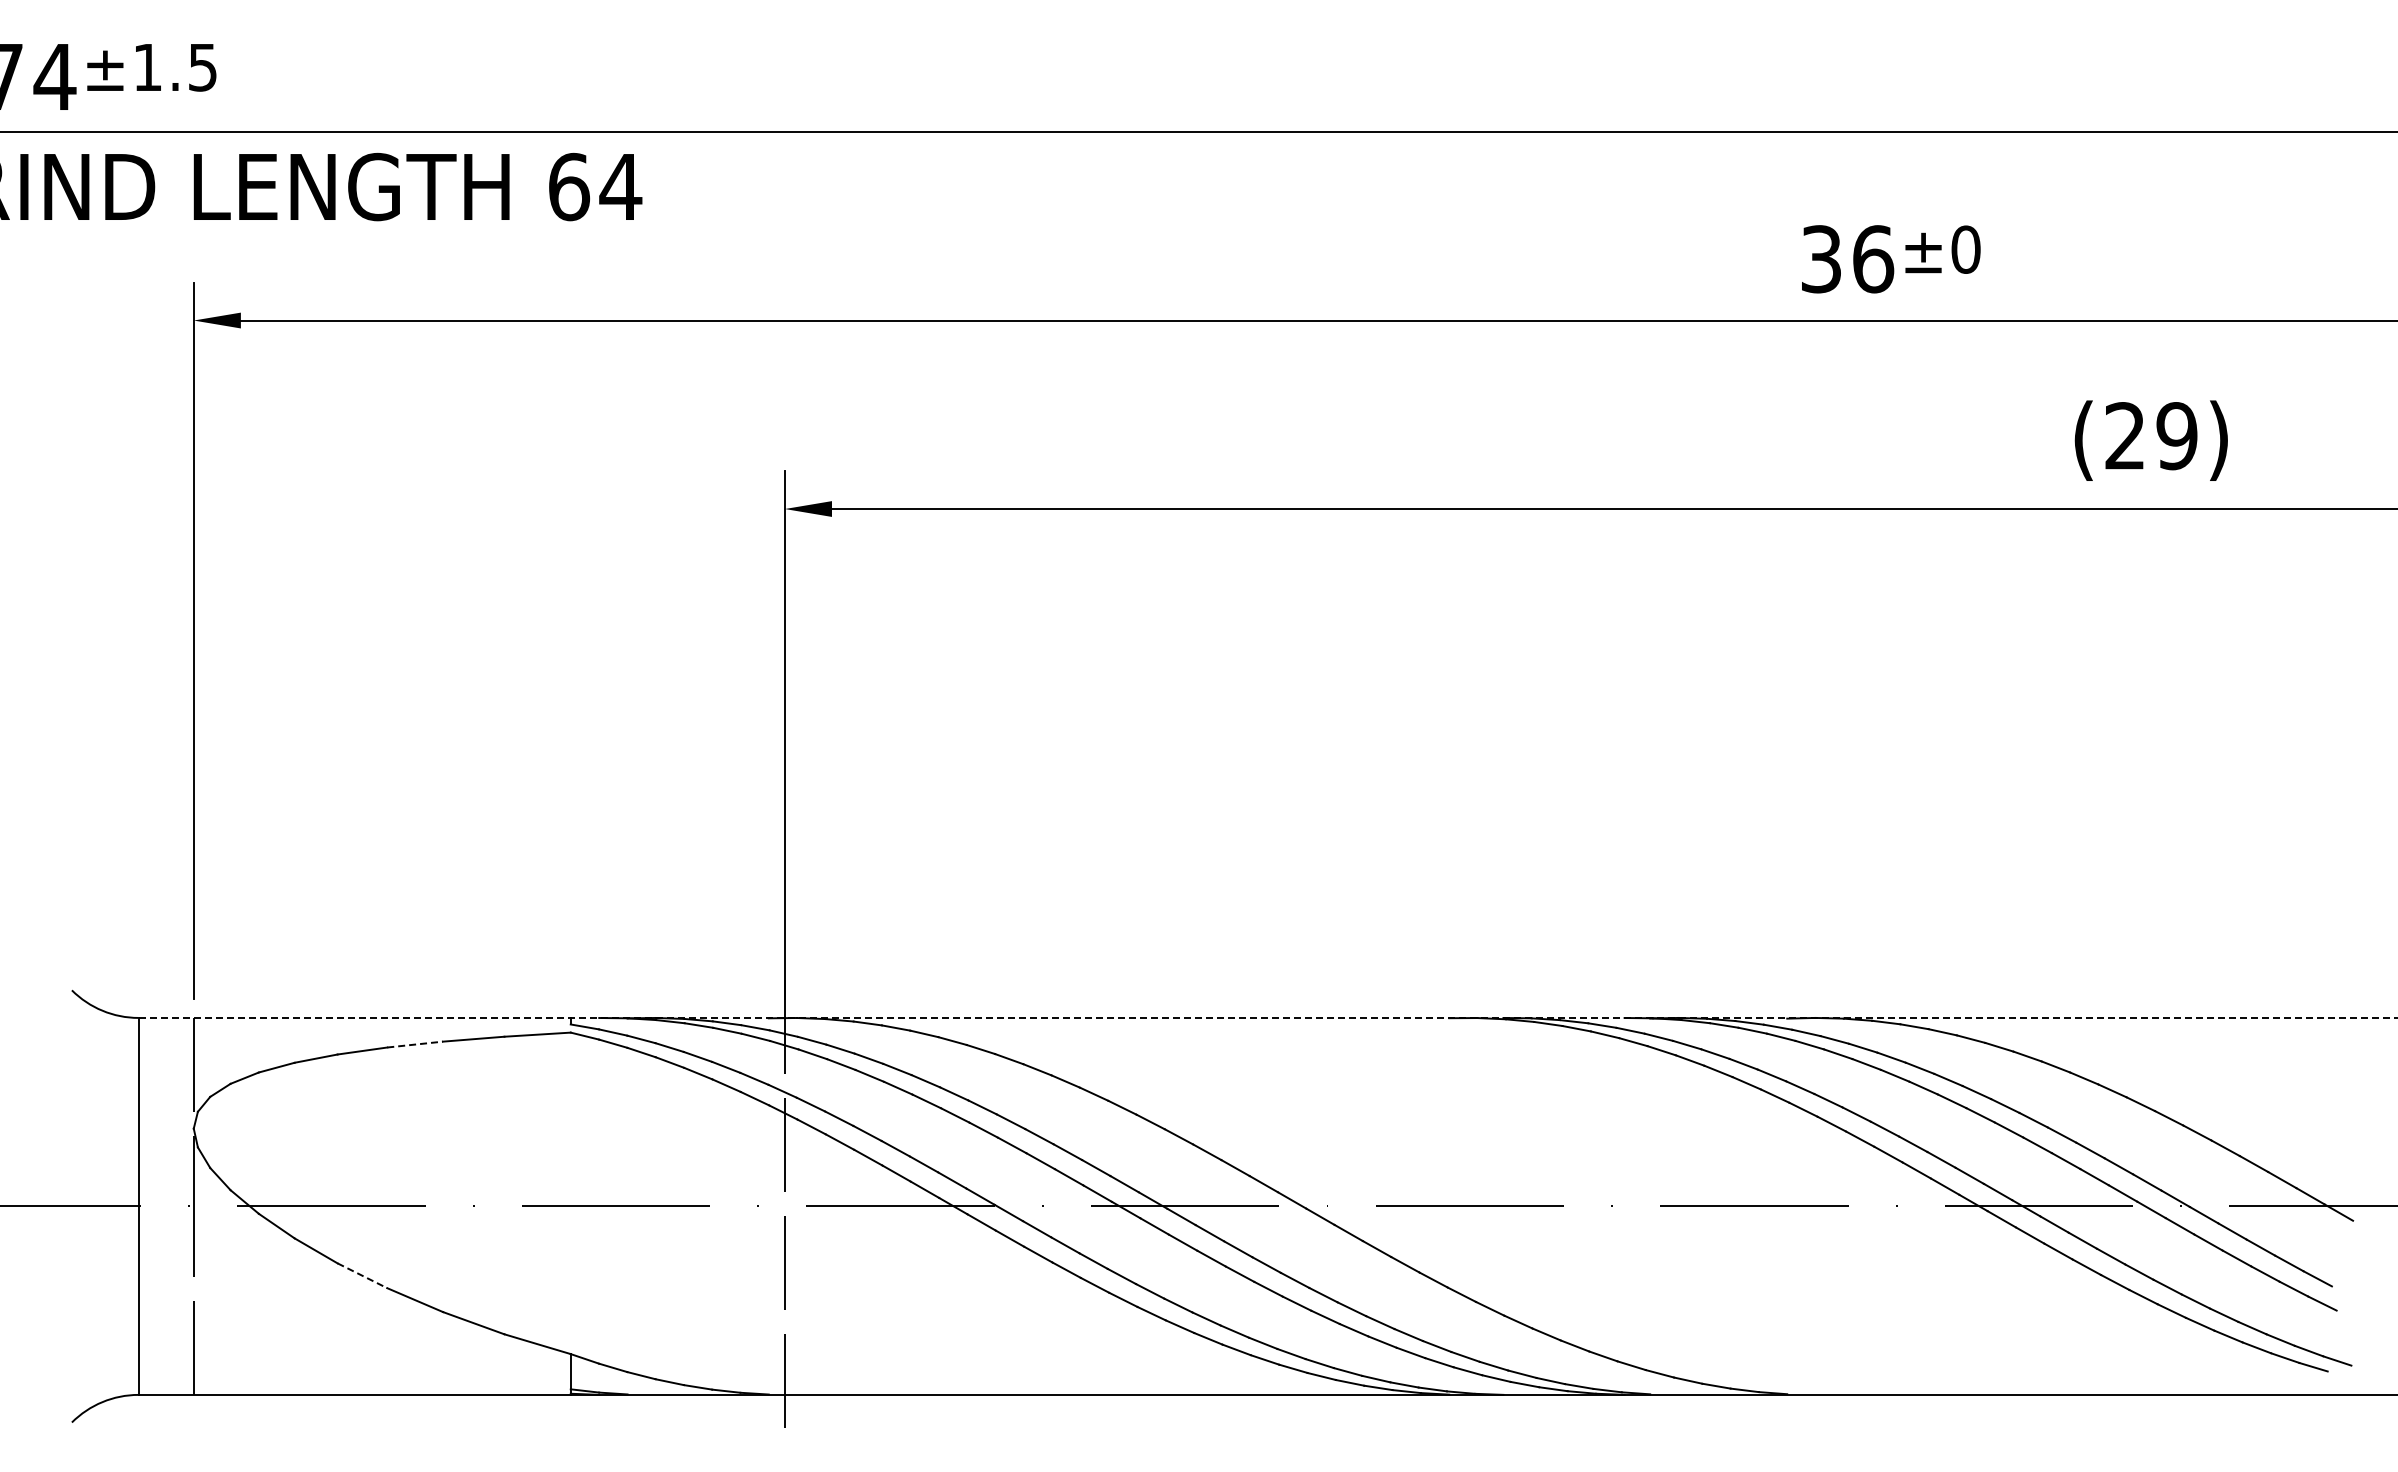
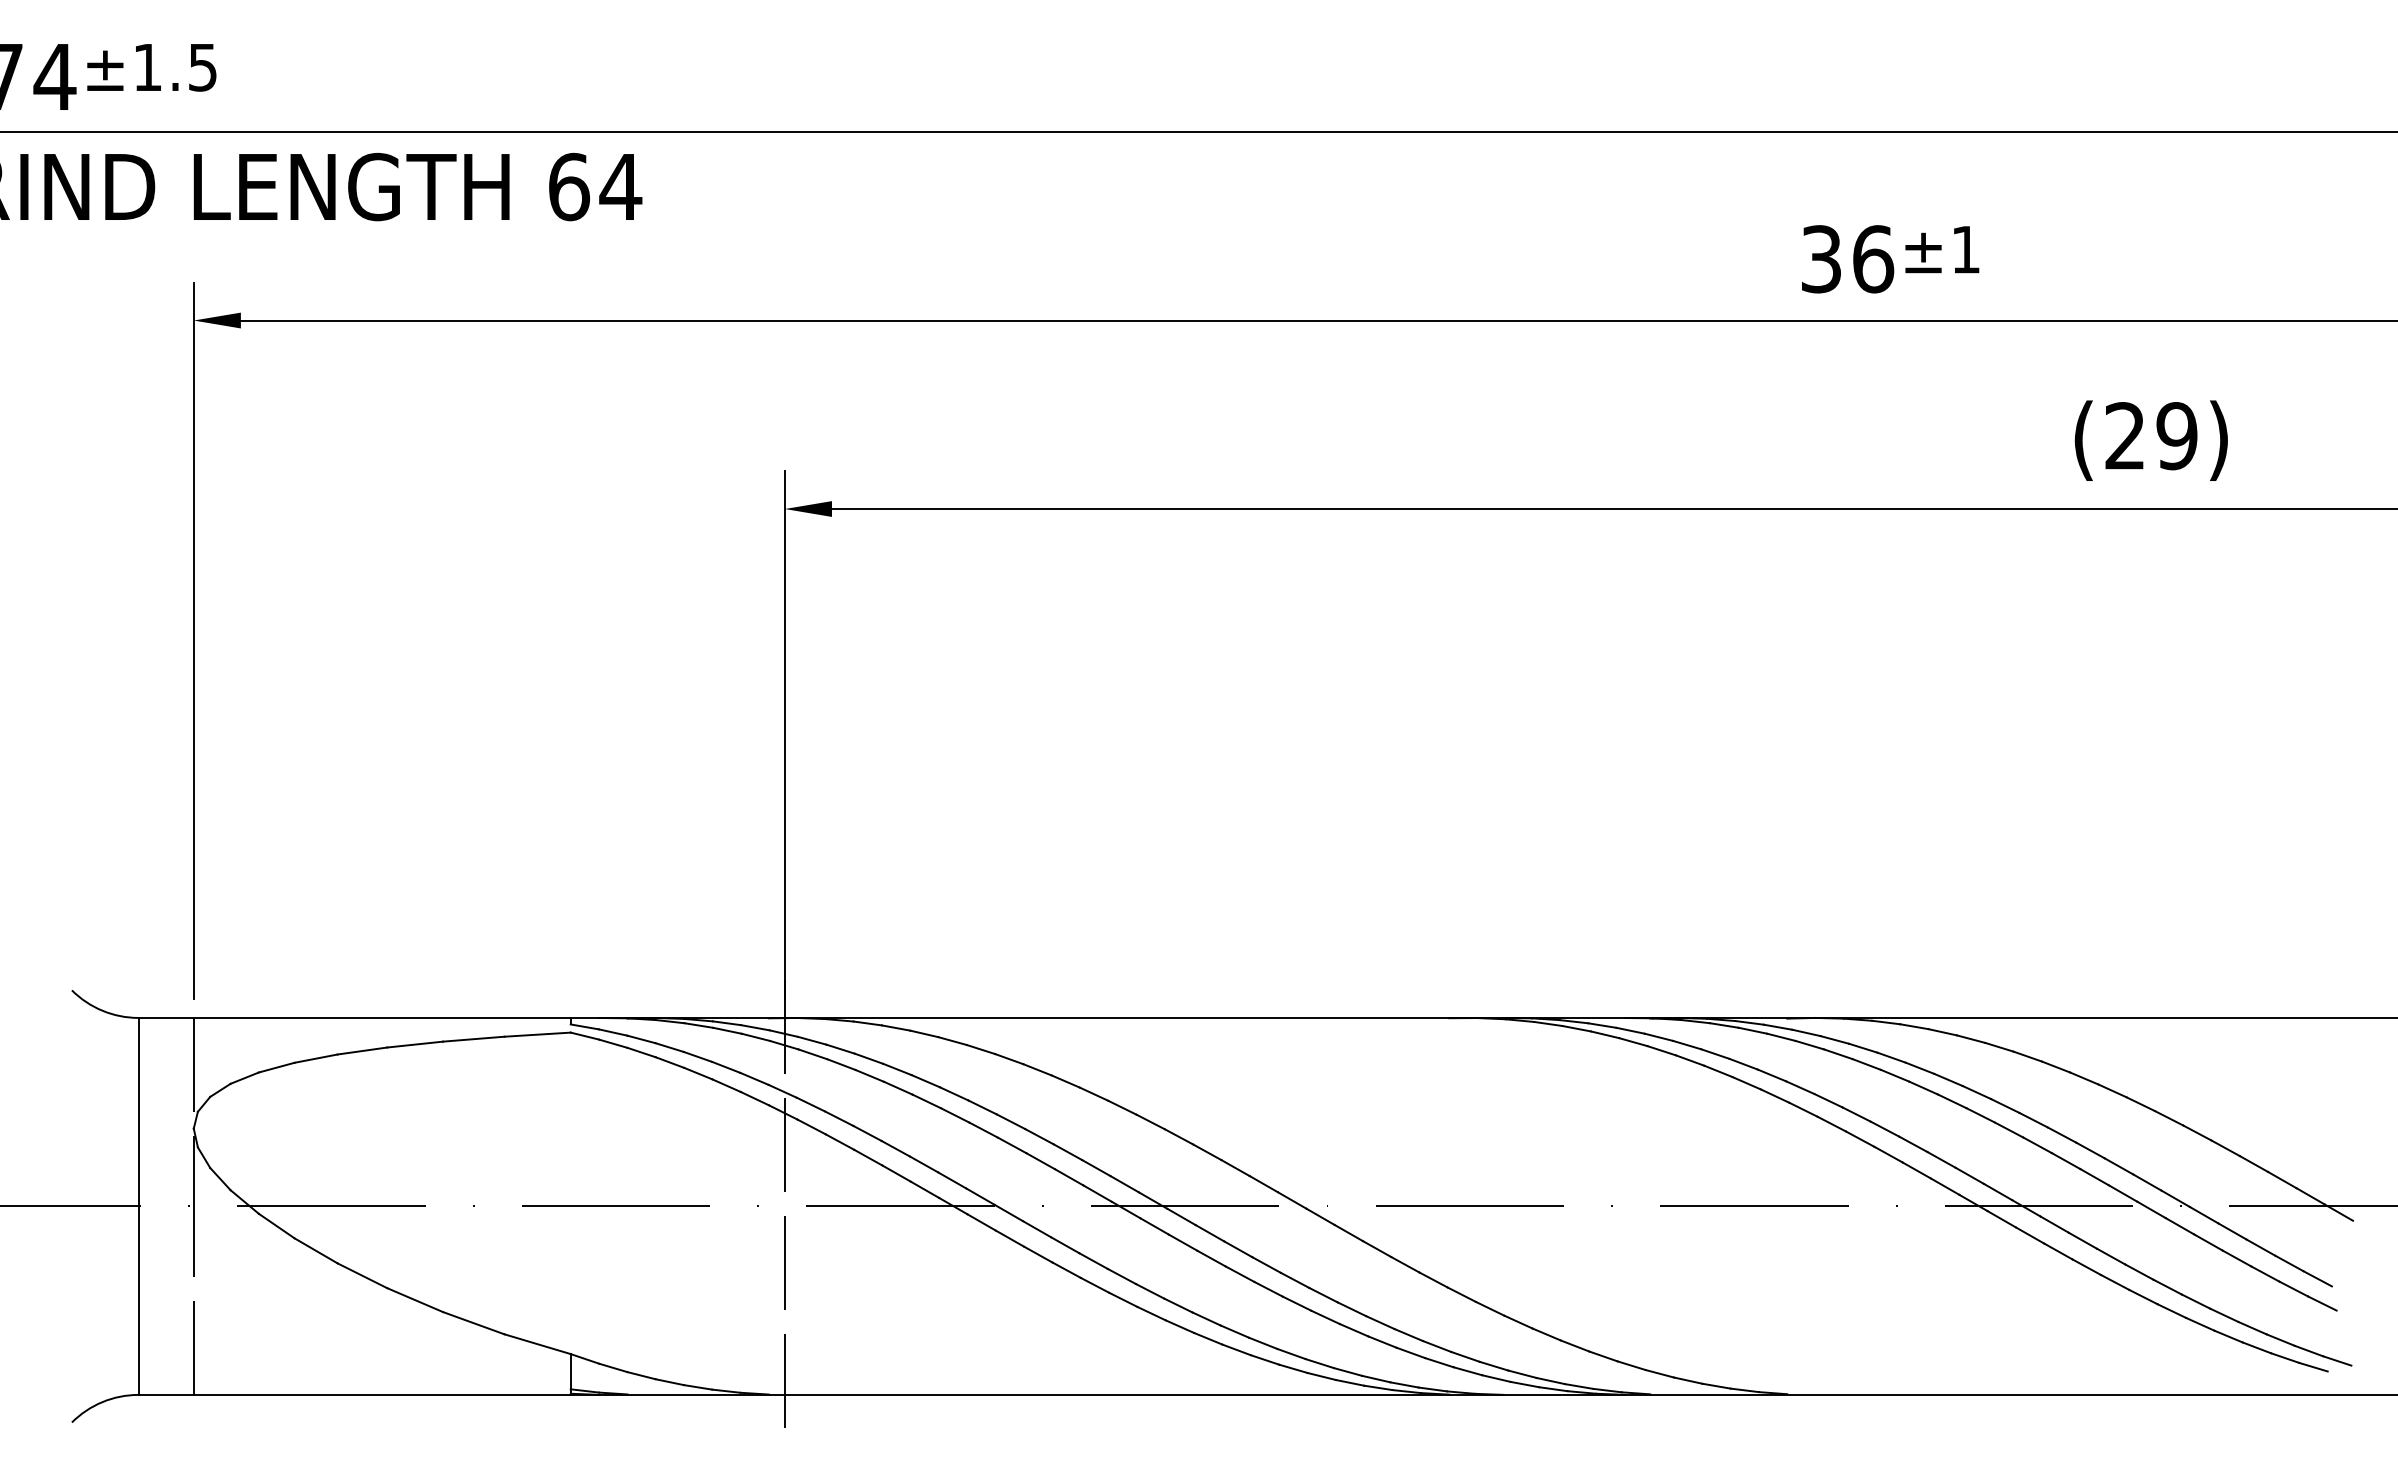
text at (1965, 249): ±0 -> ±1
line at (1268, 1017): dashed -> solid
line at (415, 1044): dashed -> solid
line at (362, 1275): dashed -> solid
